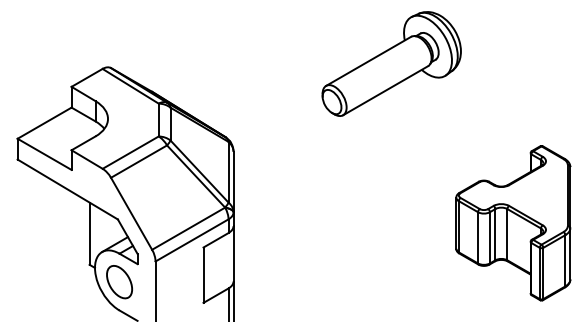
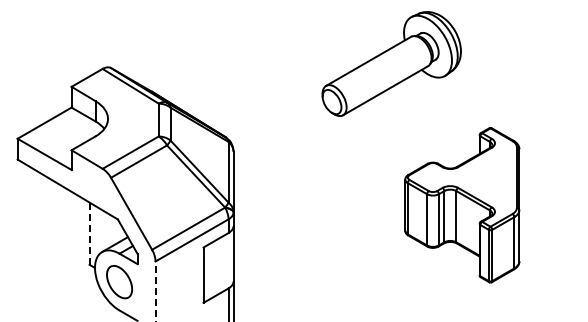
part at (513, 223) position: (513, 223) -> (462, 205)
line at (89, 234): solid -> dashed
line at (155, 291): solid -> dashed
